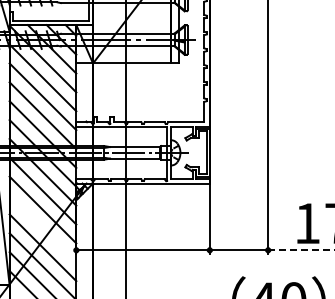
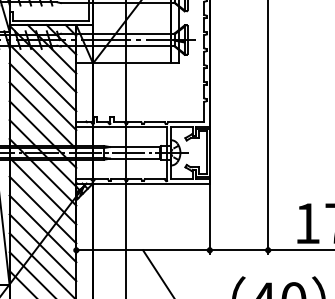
line at (42, 228): none -> present
line at (301, 250): dashed -> solid
line at (157, 272): none -> present
